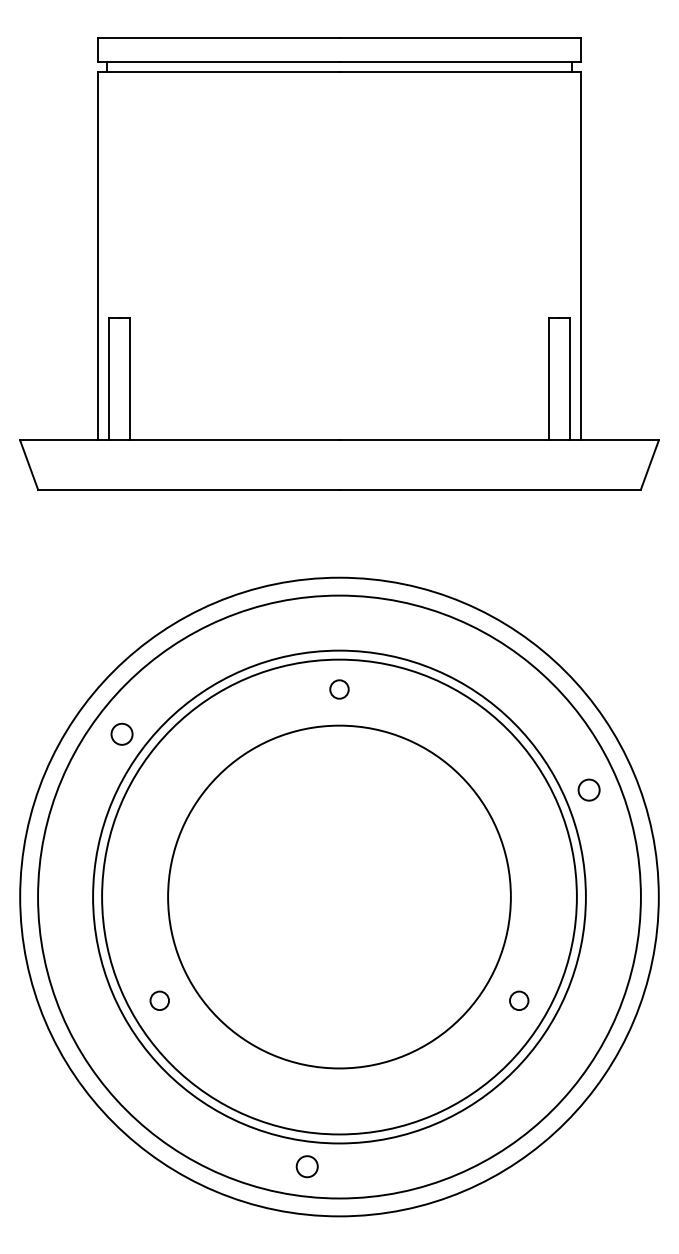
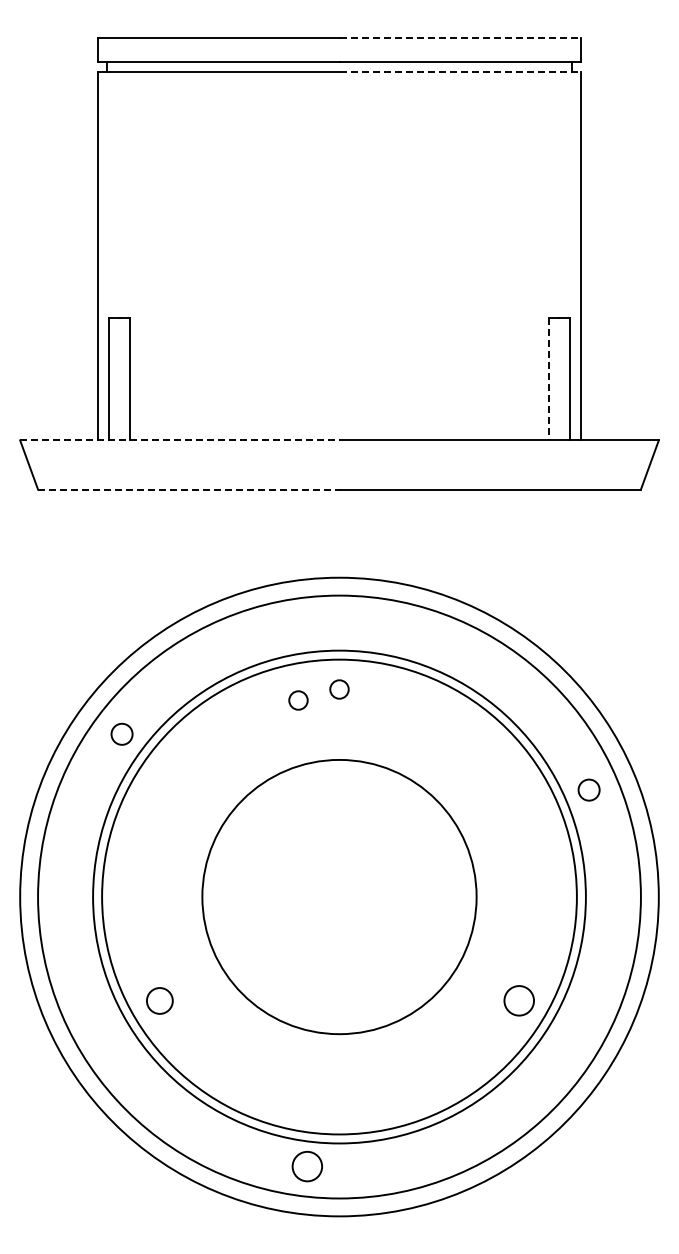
line at (460, 37): solid -> dashed
line at (460, 72): solid -> dashed
line at (548, 379): solid -> dashed
line at (179, 440): solid -> dashed
line at (188, 489): solid -> dashed
circle at (298, 700): none -> present
circle at (339, 896) diameter: 343 px -> 274 px
circle at (159, 1000) size: 21x21 px -> 28x28 px
circle at (518, 1000) diameter: 18 px -> 30 px
circle at (306, 1166) size: 24x24 px -> 32x32 px
